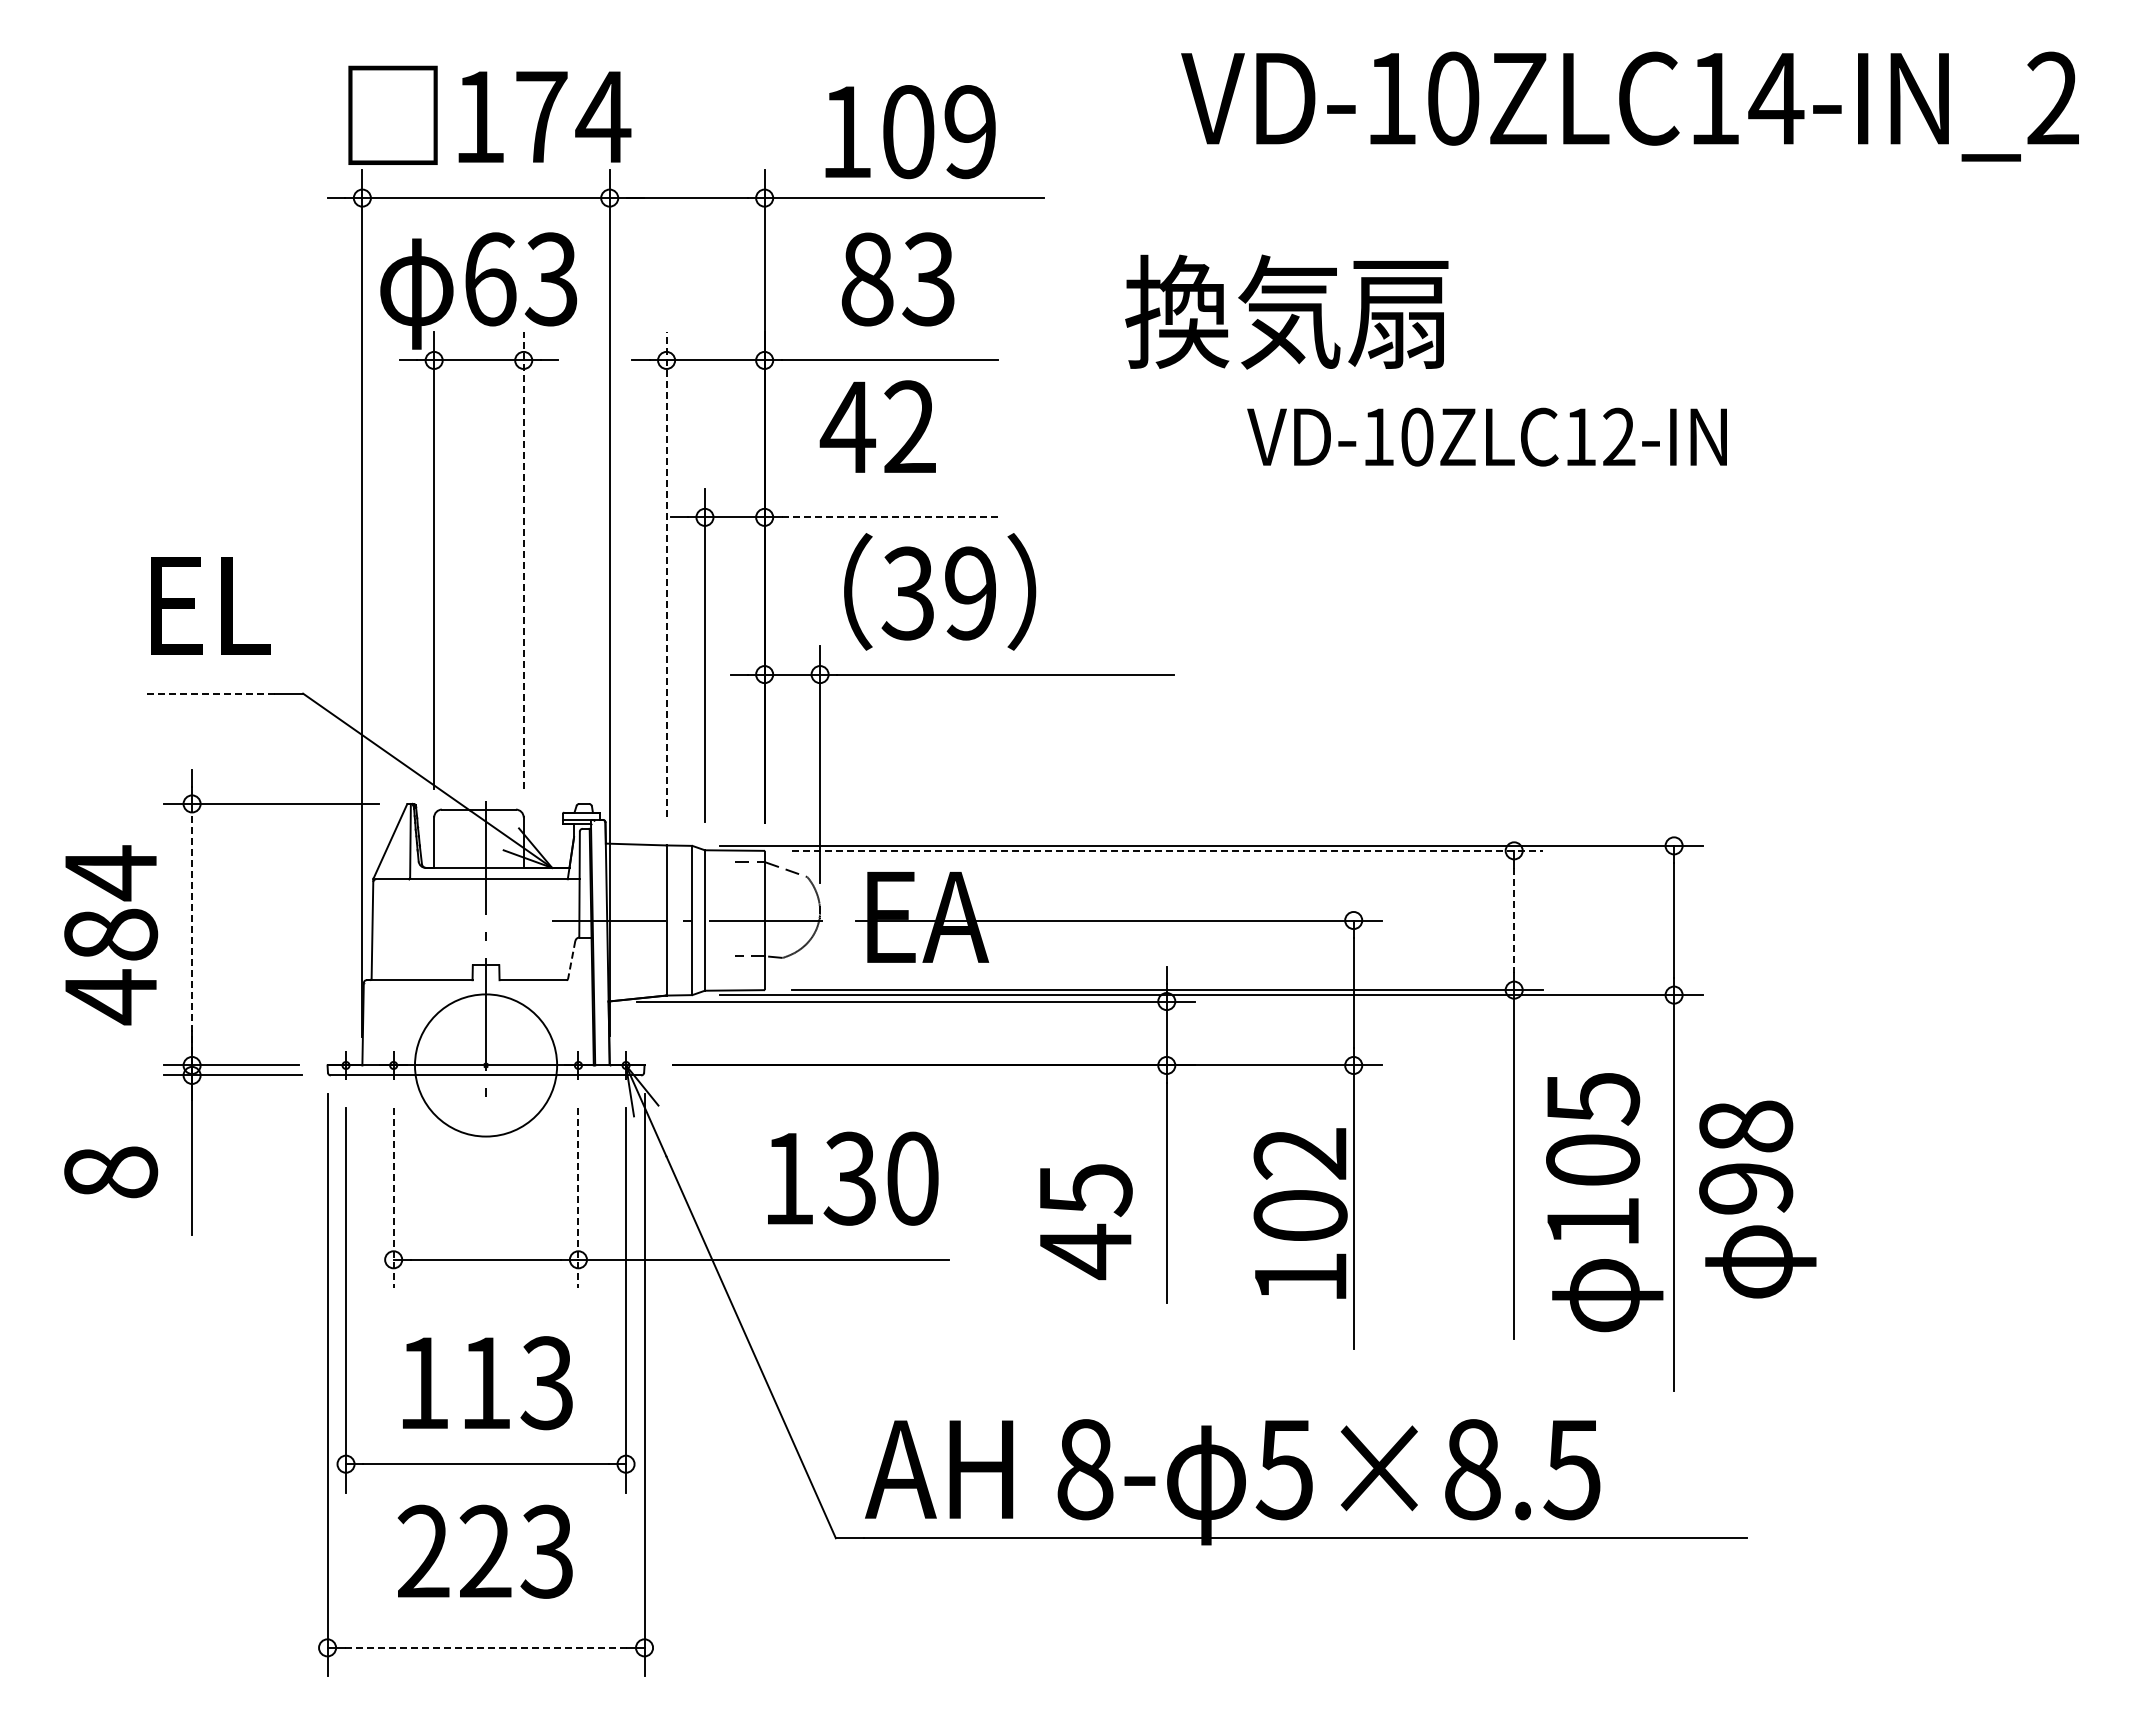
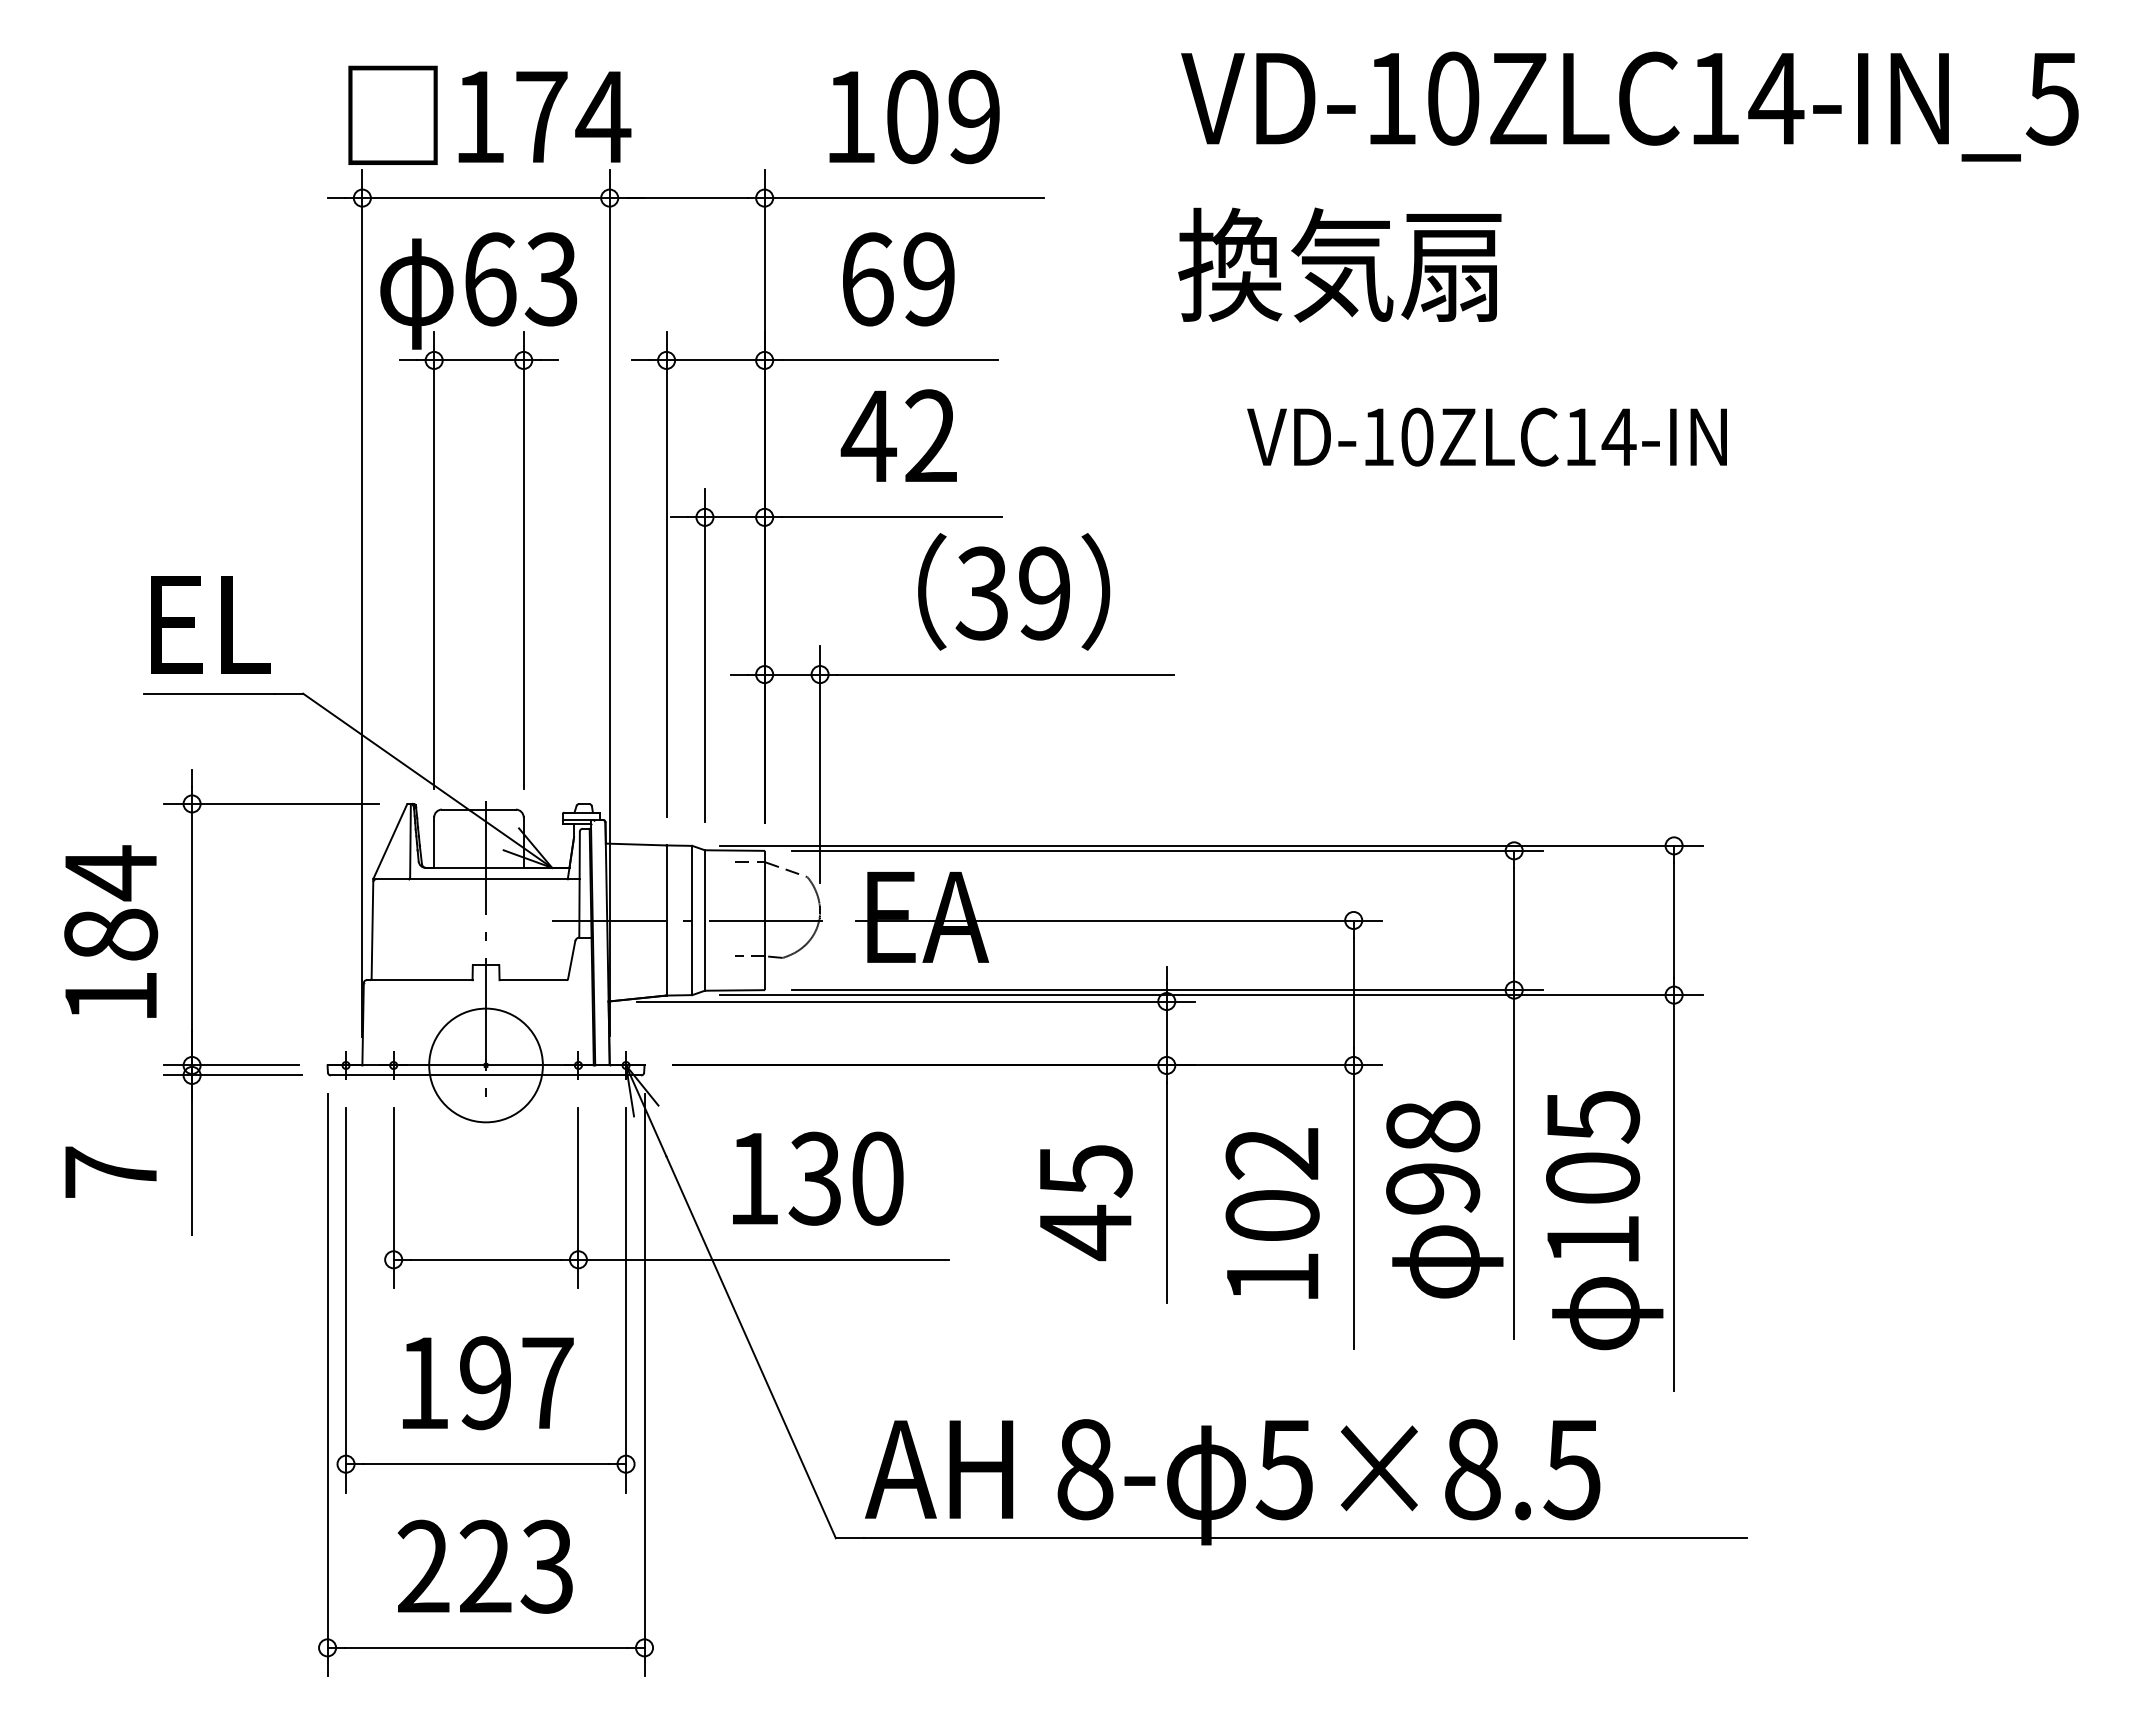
text at (2051, 98): VD-10ZLC14-IN_2 -> VD-10ZLC14-IN_5
text at (910, 132) position: (910, 132) -> (914, 117)
text at (897, 279): 83 -> 69
text at (1286, 311) position: (1286, 311) -> (1339, 264)
text at (877, 426) position: (877, 426) -> (898, 435)
text at (1618, 436): VD-10ZLC12-IN -> VD-10ZLC14-IN
line at (892, 517): dashed -> solid
line at (523, 560): dashed -> solid
line at (666, 574): dashed -> solid
text at (940, 591) position: (940, 591) -> (1014, 591)
text at (210, 605) position: (210, 605) -> (210, 624)
line at (209, 693): dashed -> solid
line at (1168, 850): dashed -> solid
line at (1514, 920): dashed -> solid
line at (192, 934): dashed -> solid
line at (571, 960): dashed -> solid
text at (110, 997): 484 -> 184
circle at (485, 1065) diameter: 142 px -> 114 px
text at (111, 1172): 8 -> 7
text at (853, 1178) position: (853, 1178) -> (818, 1178)
line at (393, 1198): dashed -> solid
line at (578, 1198): dashed -> solid
text at (1757, 1199) position: (1757, 1199) -> (1444, 1199)
text at (1604, 1202) position: (1604, 1202) -> (1604, 1220)
text at (1300, 1213) position: (1300, 1213) -> (1272, 1213)
text at (1086, 1222) position: (1086, 1222) -> (1086, 1203)
text at (516, 1383): 113 -> 197
text at (484, 1551) position: (484, 1551) -> (484, 1566)
line at (486, 1647): dashed -> solid
